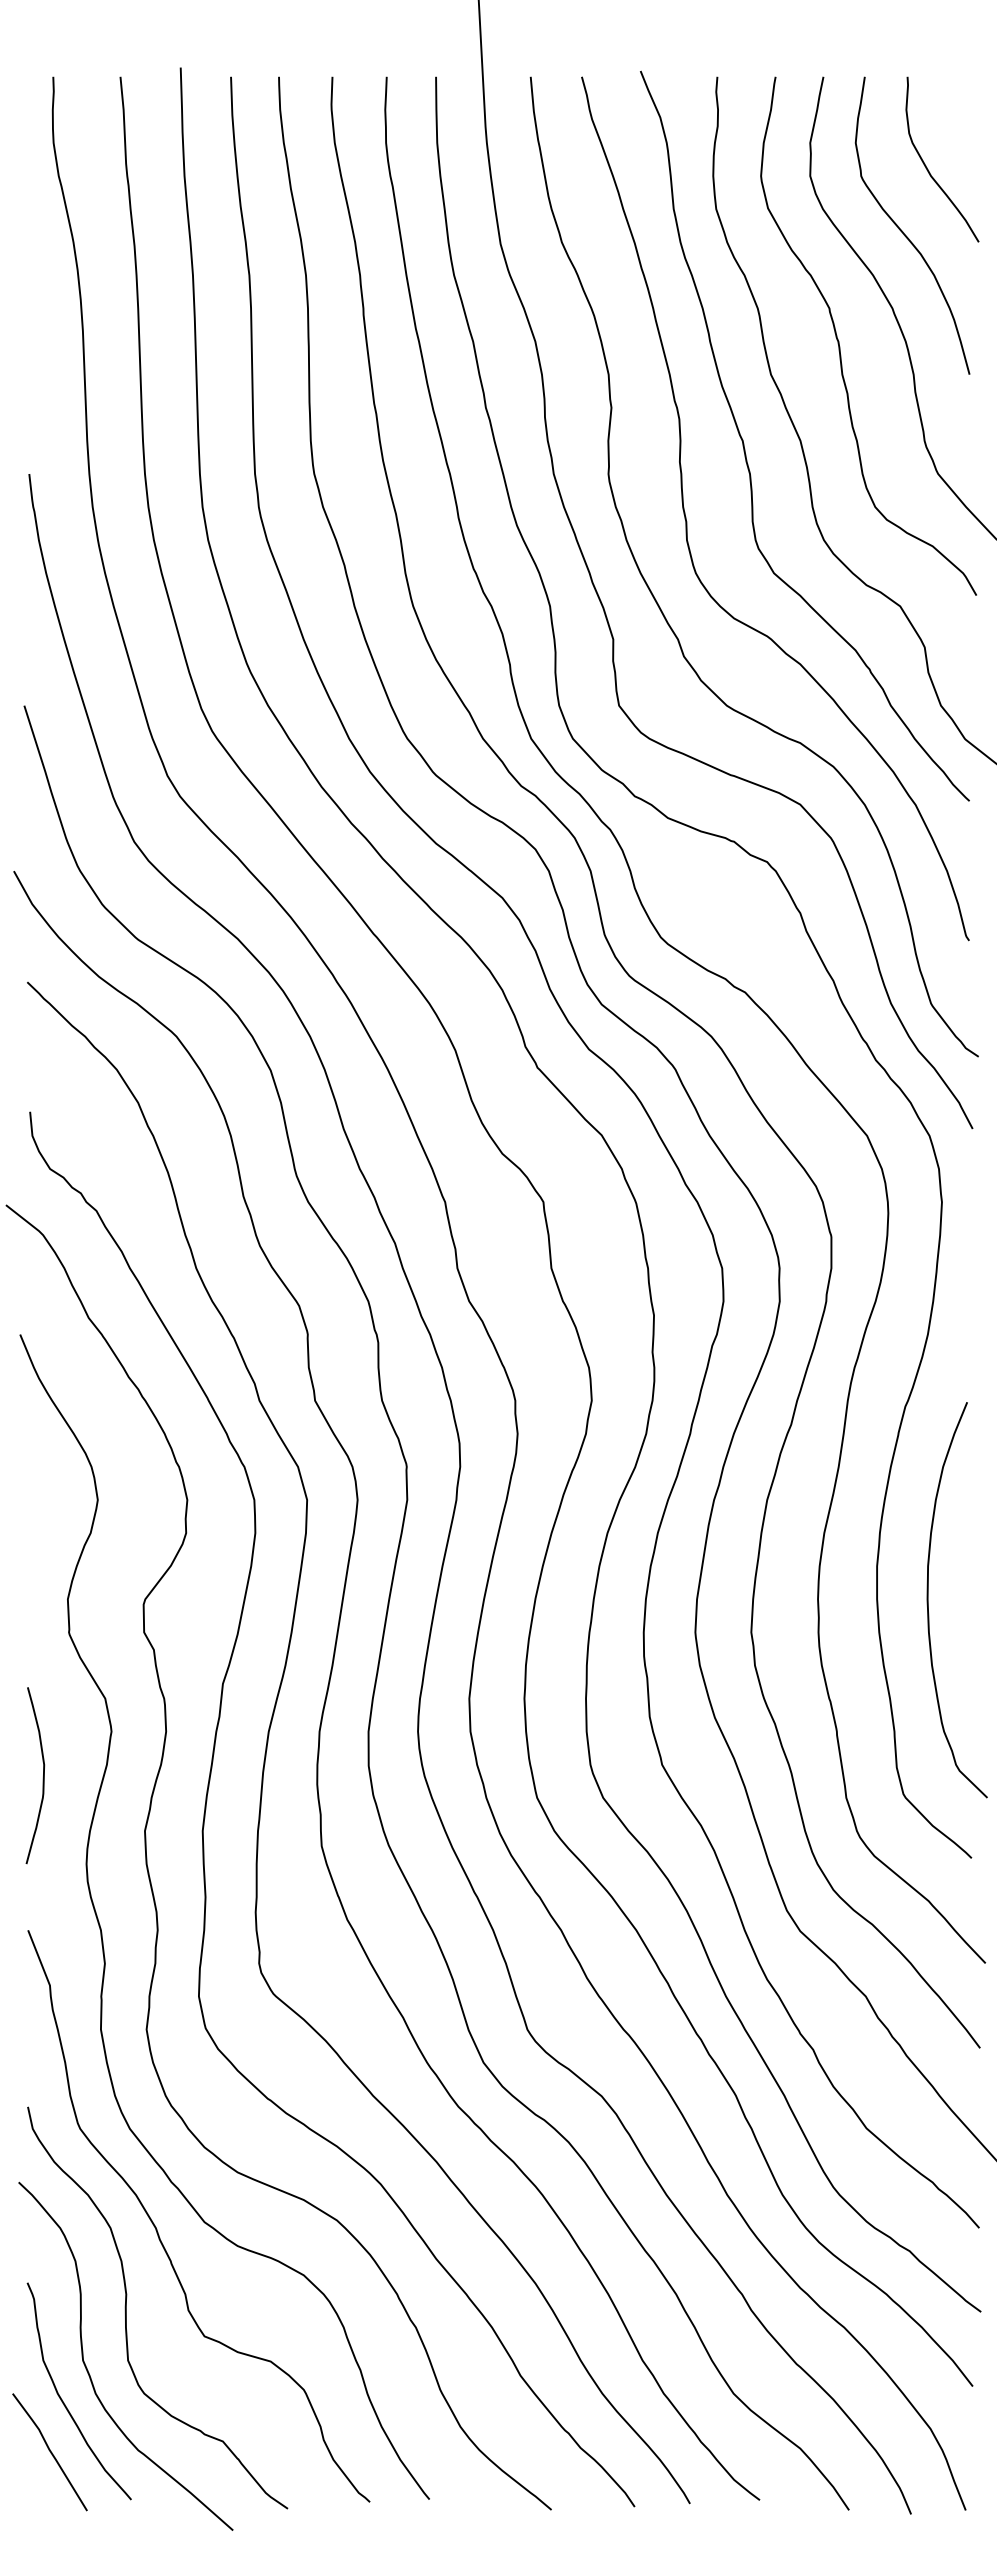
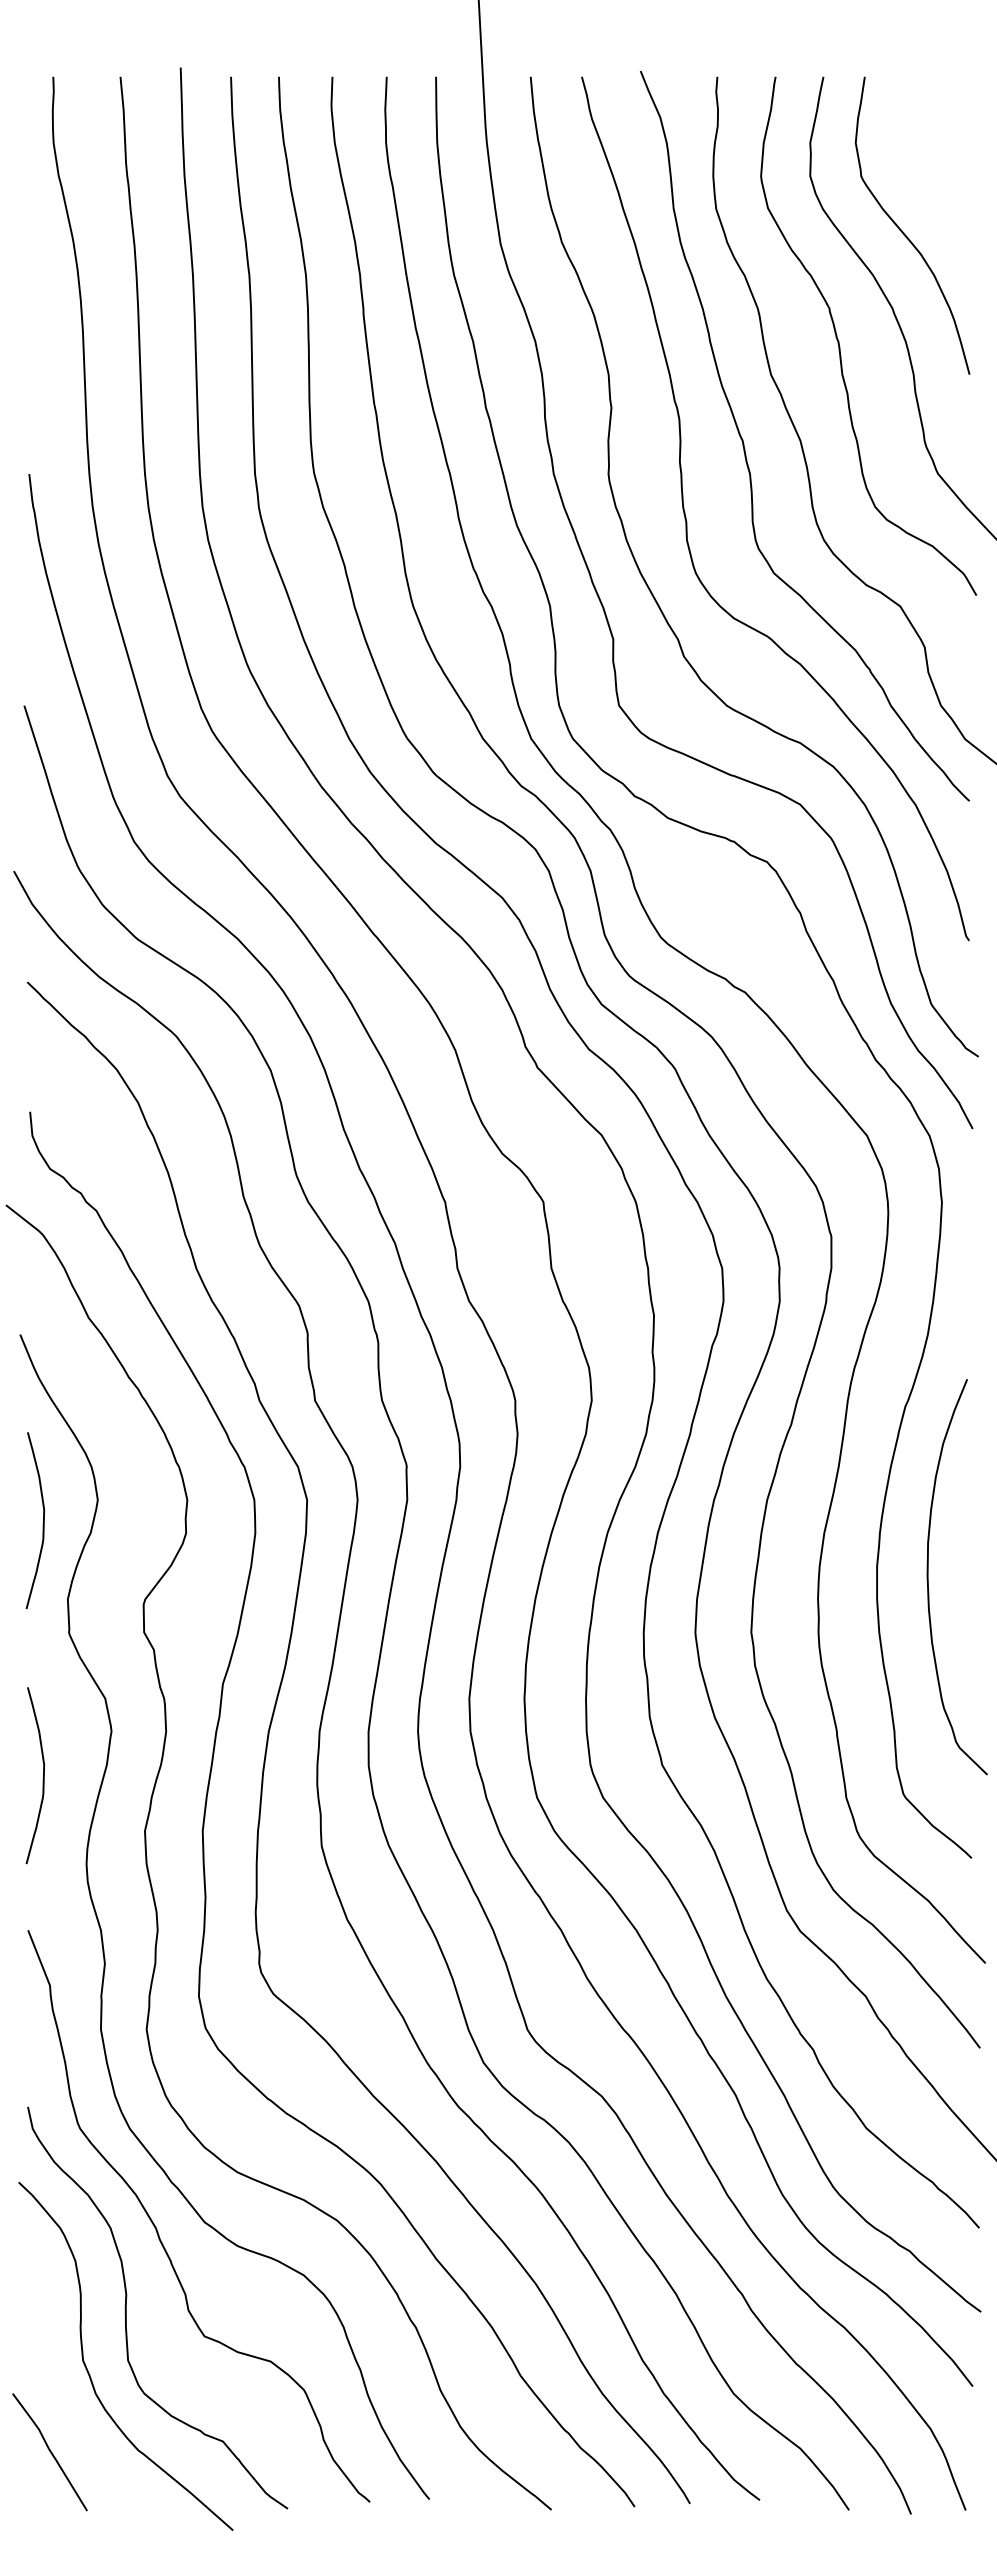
curve at (927, 167): present -> none
curve at (42, 1522): none -> present
curve at (928, 1600) position: (928, 1600) -> (928, 1577)
curve at (64, 2402): present -> none
